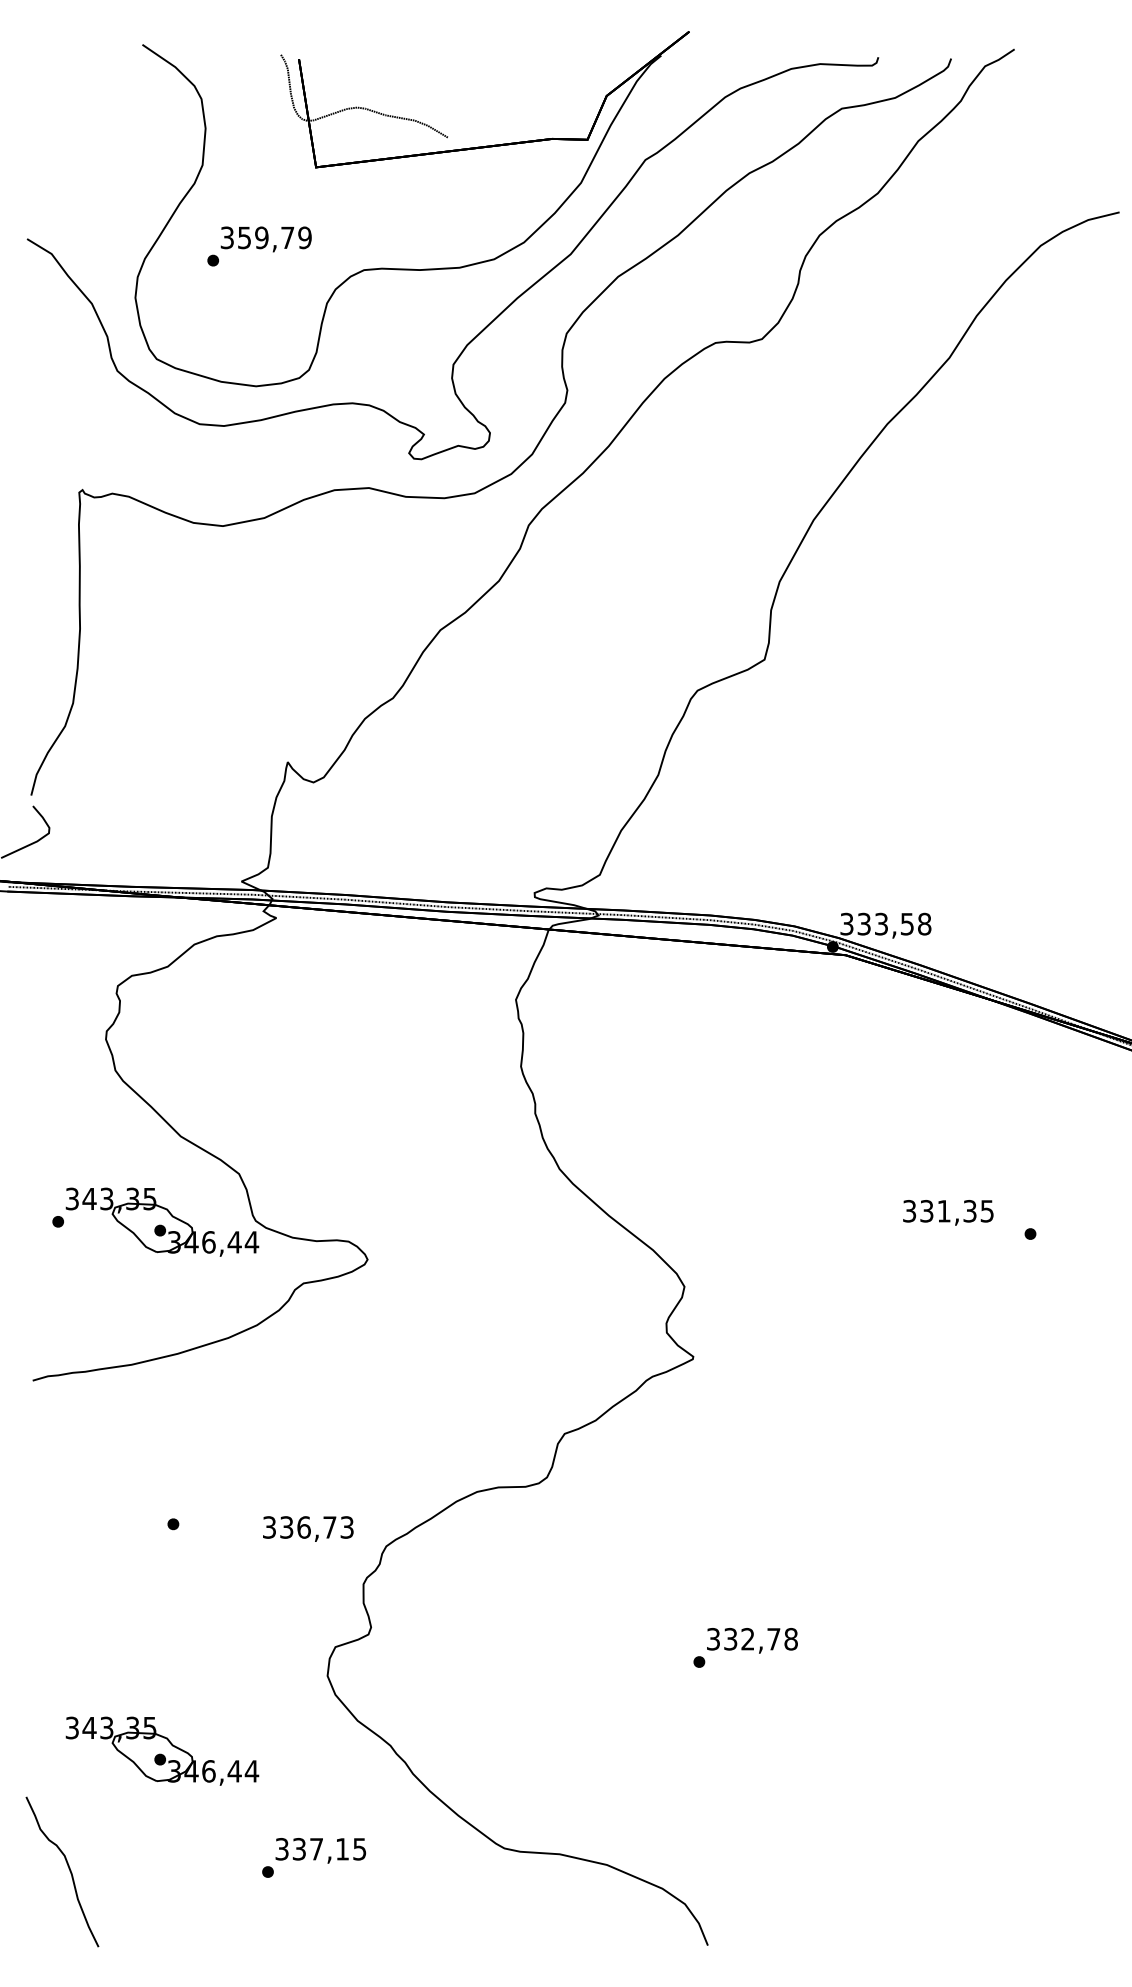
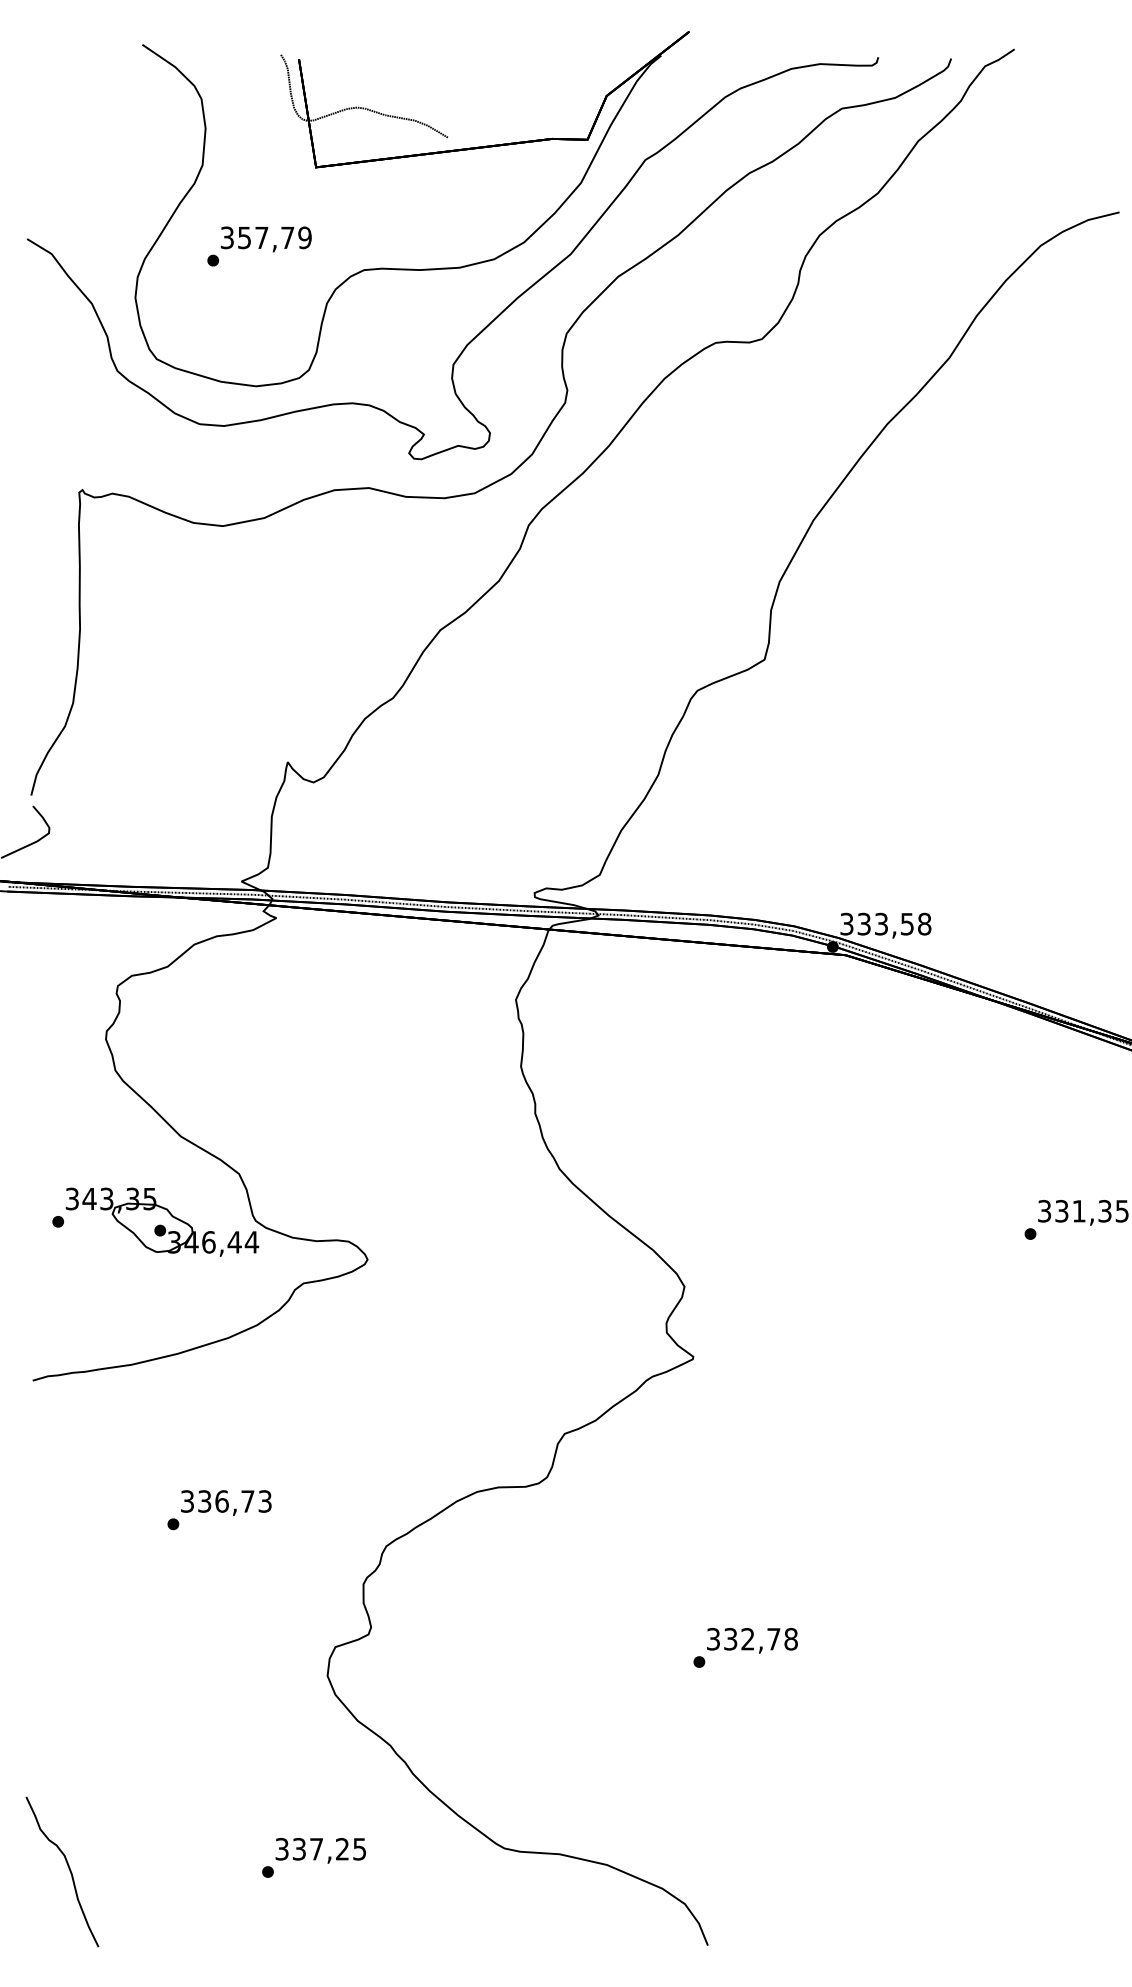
text at (261, 237): 359,79 -> 357,79
text at (948, 1212) position: (948, 1212) -> (1083, 1212)
text at (308, 1528) position: (308, 1528) -> (226, 1502)
part at (162, 1750): present -> none
text at (342, 1849): 337,15 -> 337,25
